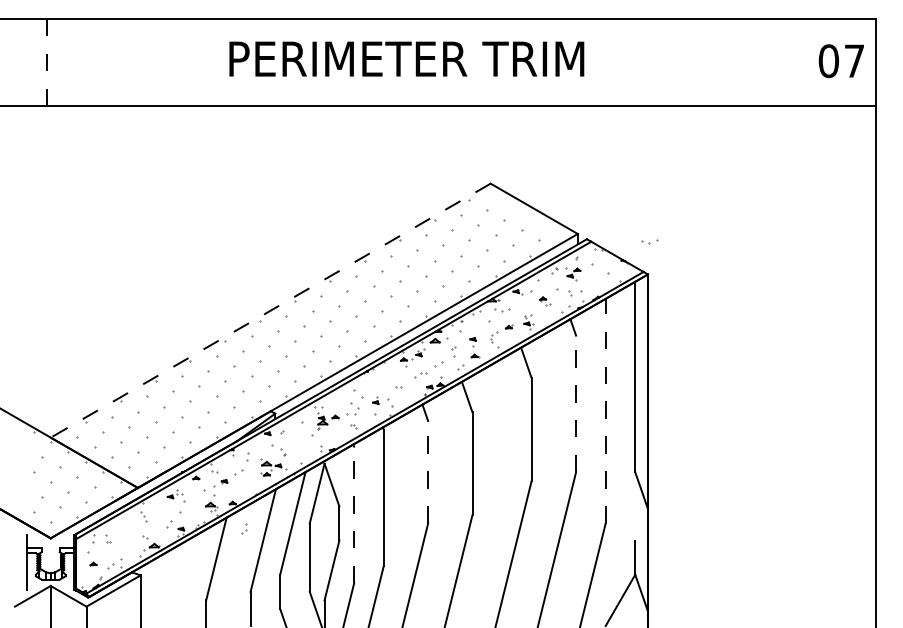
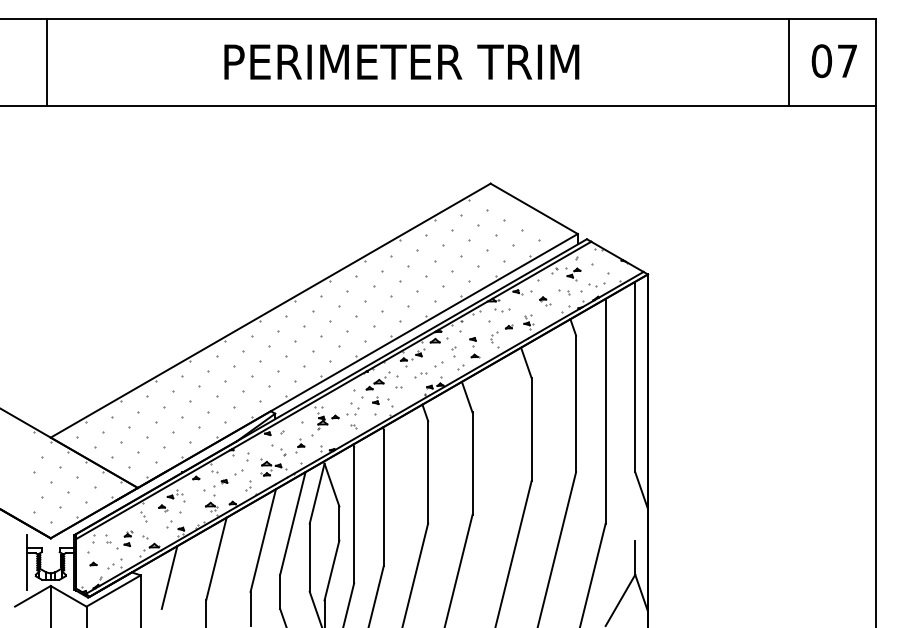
text at (406, 58) position: (406, 58) -> (401, 61)
text at (840, 61) position: (840, 61) -> (833, 61)
line at (47, 62): dashed -> solid
line at (788, 62): none -> present
part at (649, 241) position: (649, 241) -> (596, 284)
part at (564, 292) size: 17x9 px -> 13x7 px
line at (270, 310): dashed -> solid
part at (381, 380): none -> present
line at (576, 403): dashed -> solid
line at (605, 410): dashed -> solid
part at (300, 445): none -> present
line at (428, 471): dashed -> solid
part at (163, 508): none -> present
line at (354, 514): dashed -> solid
part at (244, 528) position: (244, 528) -> (248, 485)
part at (124, 539): none -> present
line at (169, 577): none -> present
